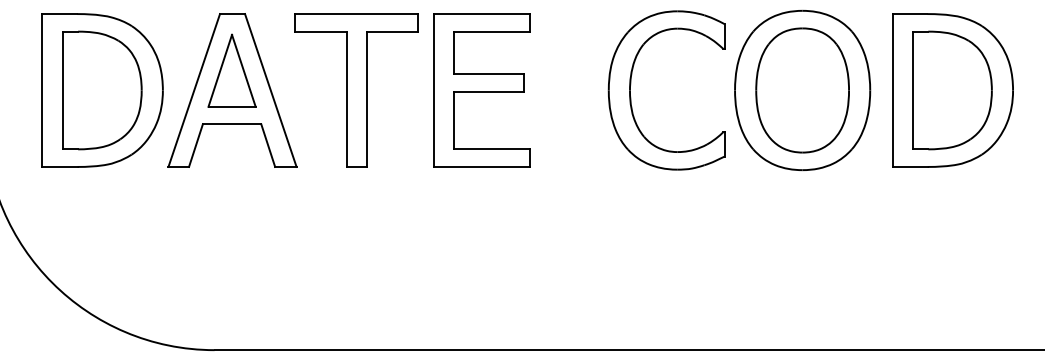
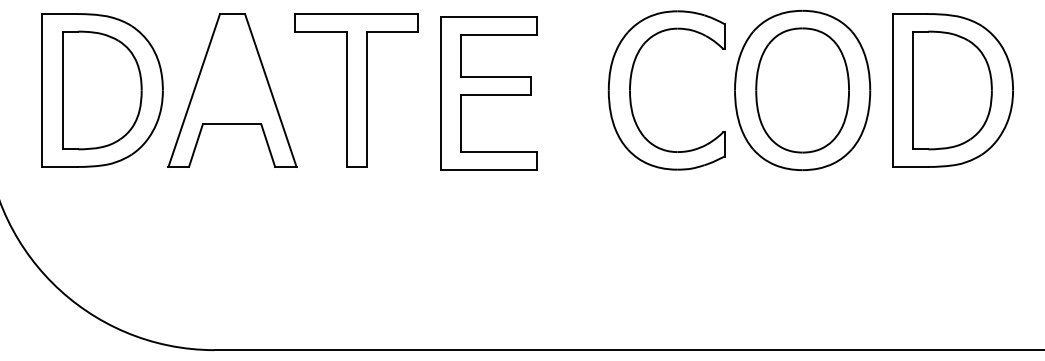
part at (231, 70): present -> none
part at (481, 90) position: (481, 90) -> (488, 93)
